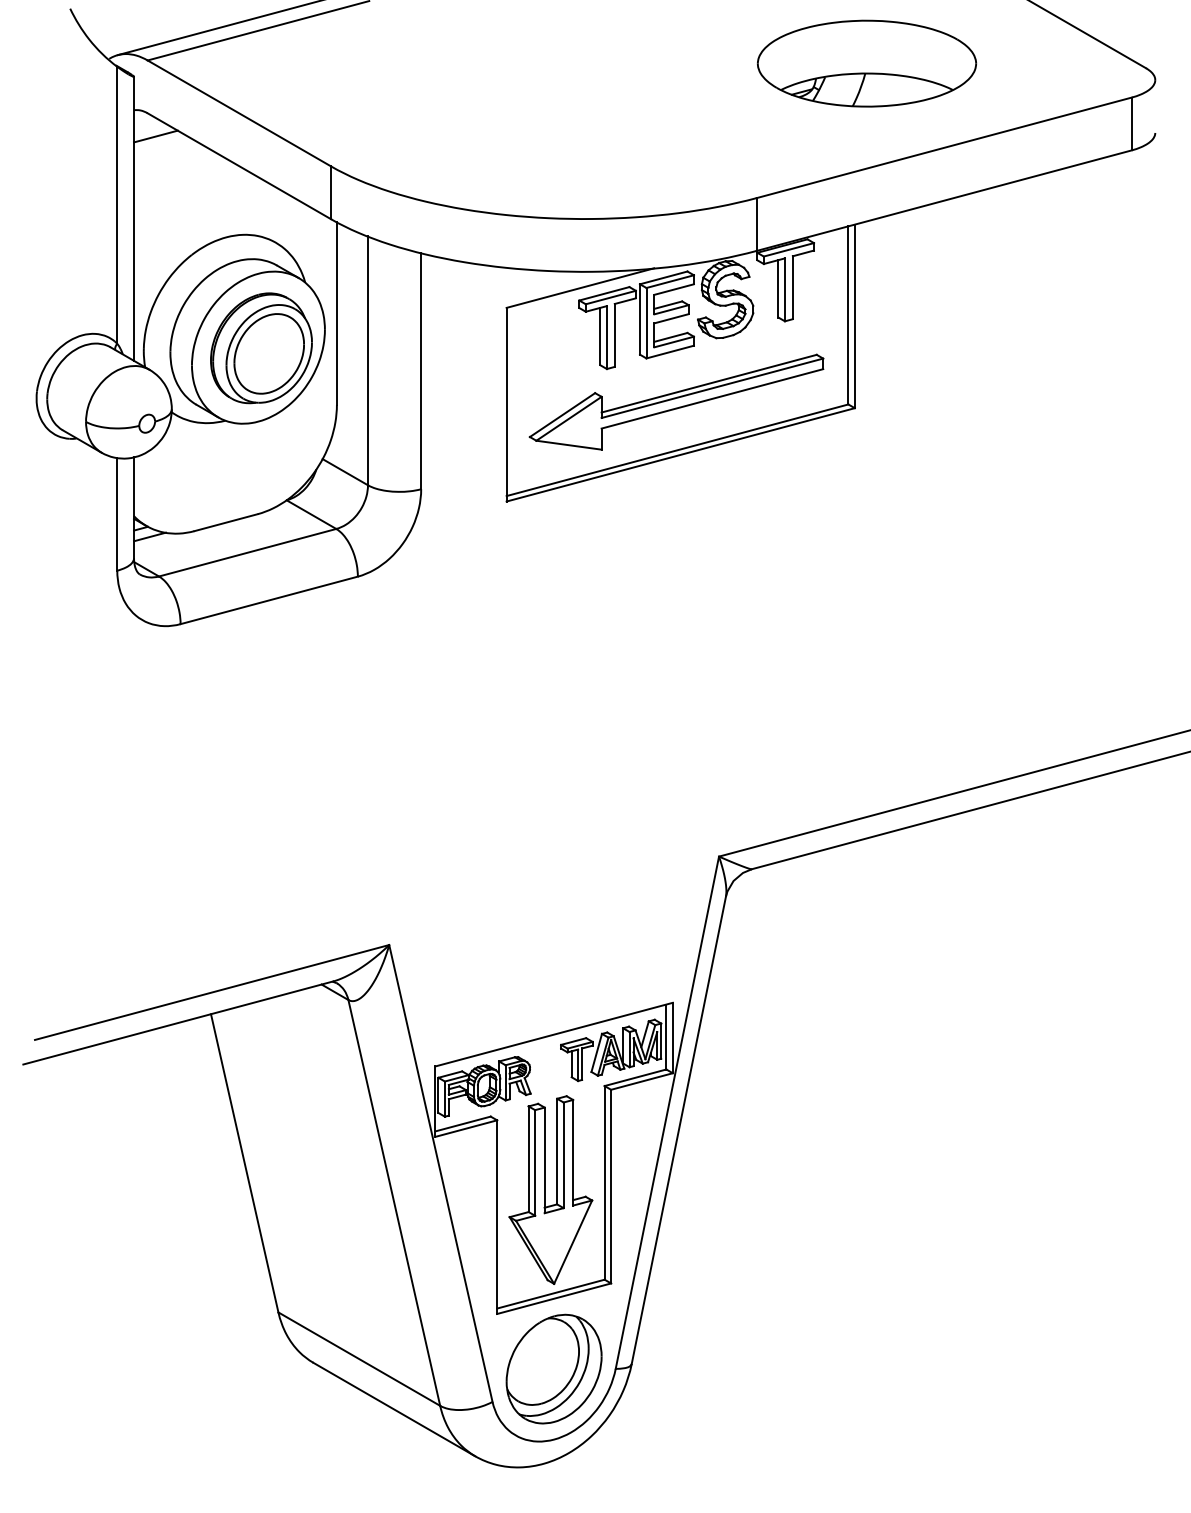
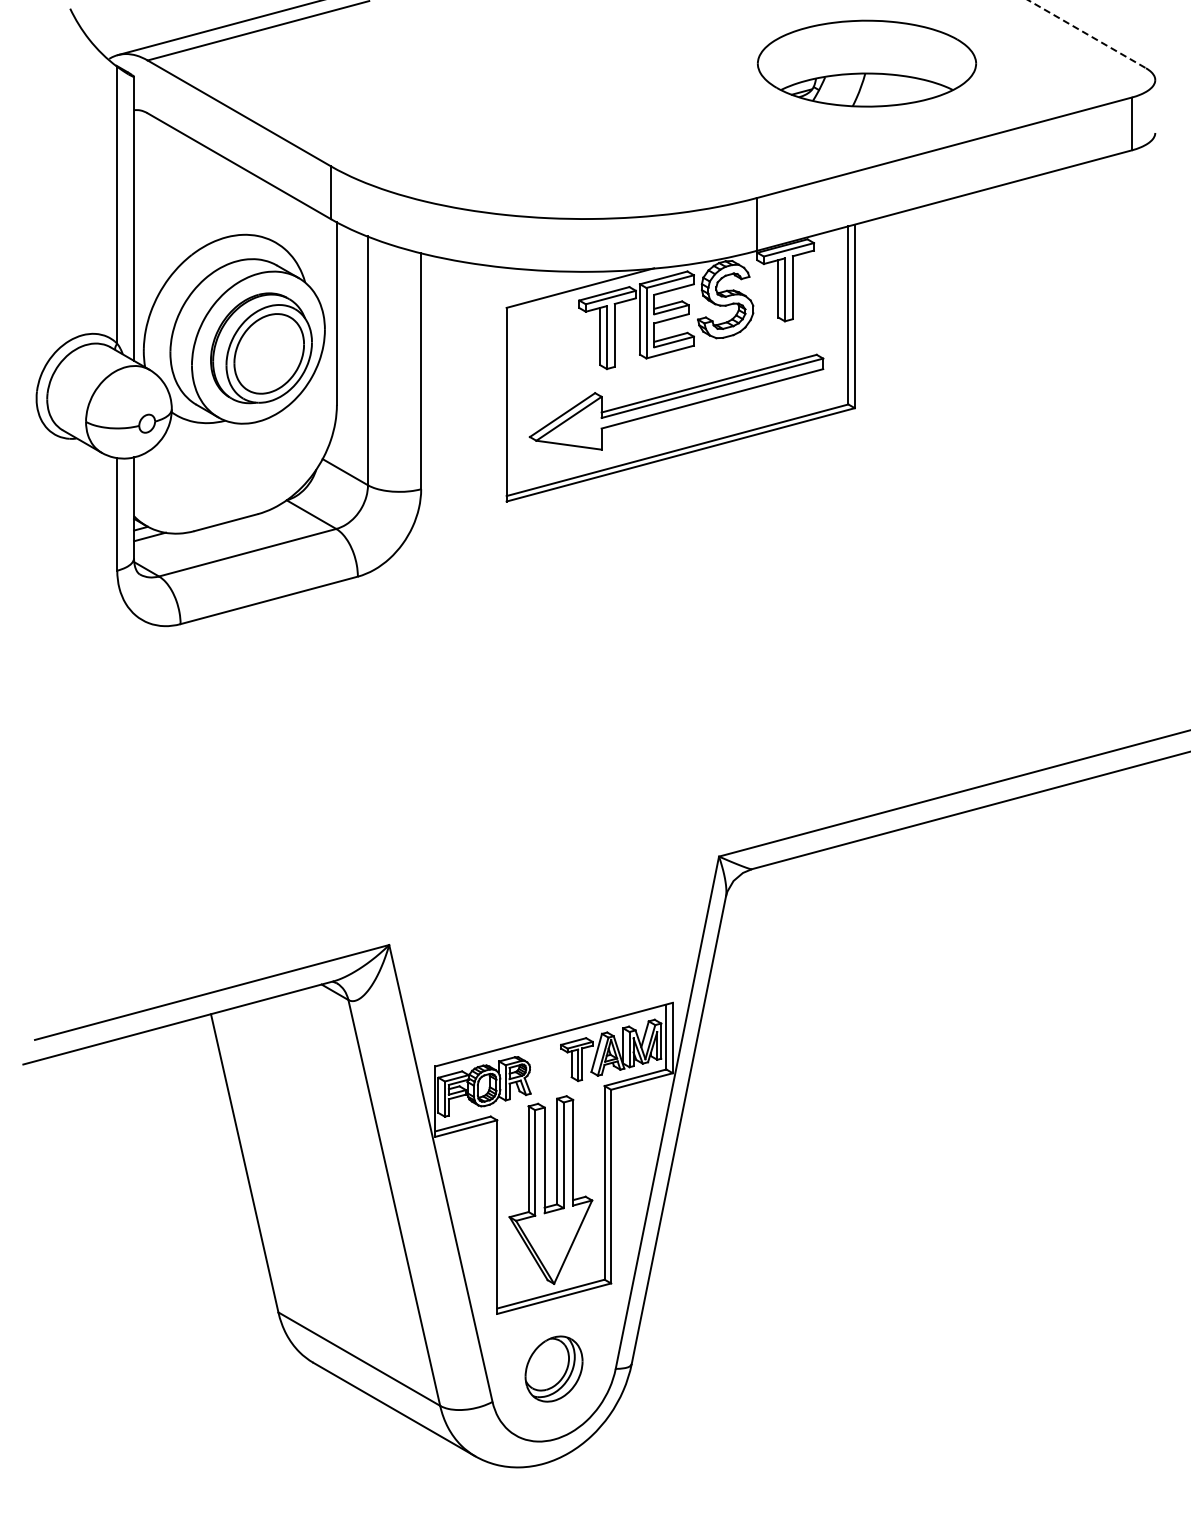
line at (1087, 34): solid -> dashed
line at (155, 136): present -> none
part at (553, 1368) size: 98x112 px -> 60x68 px
